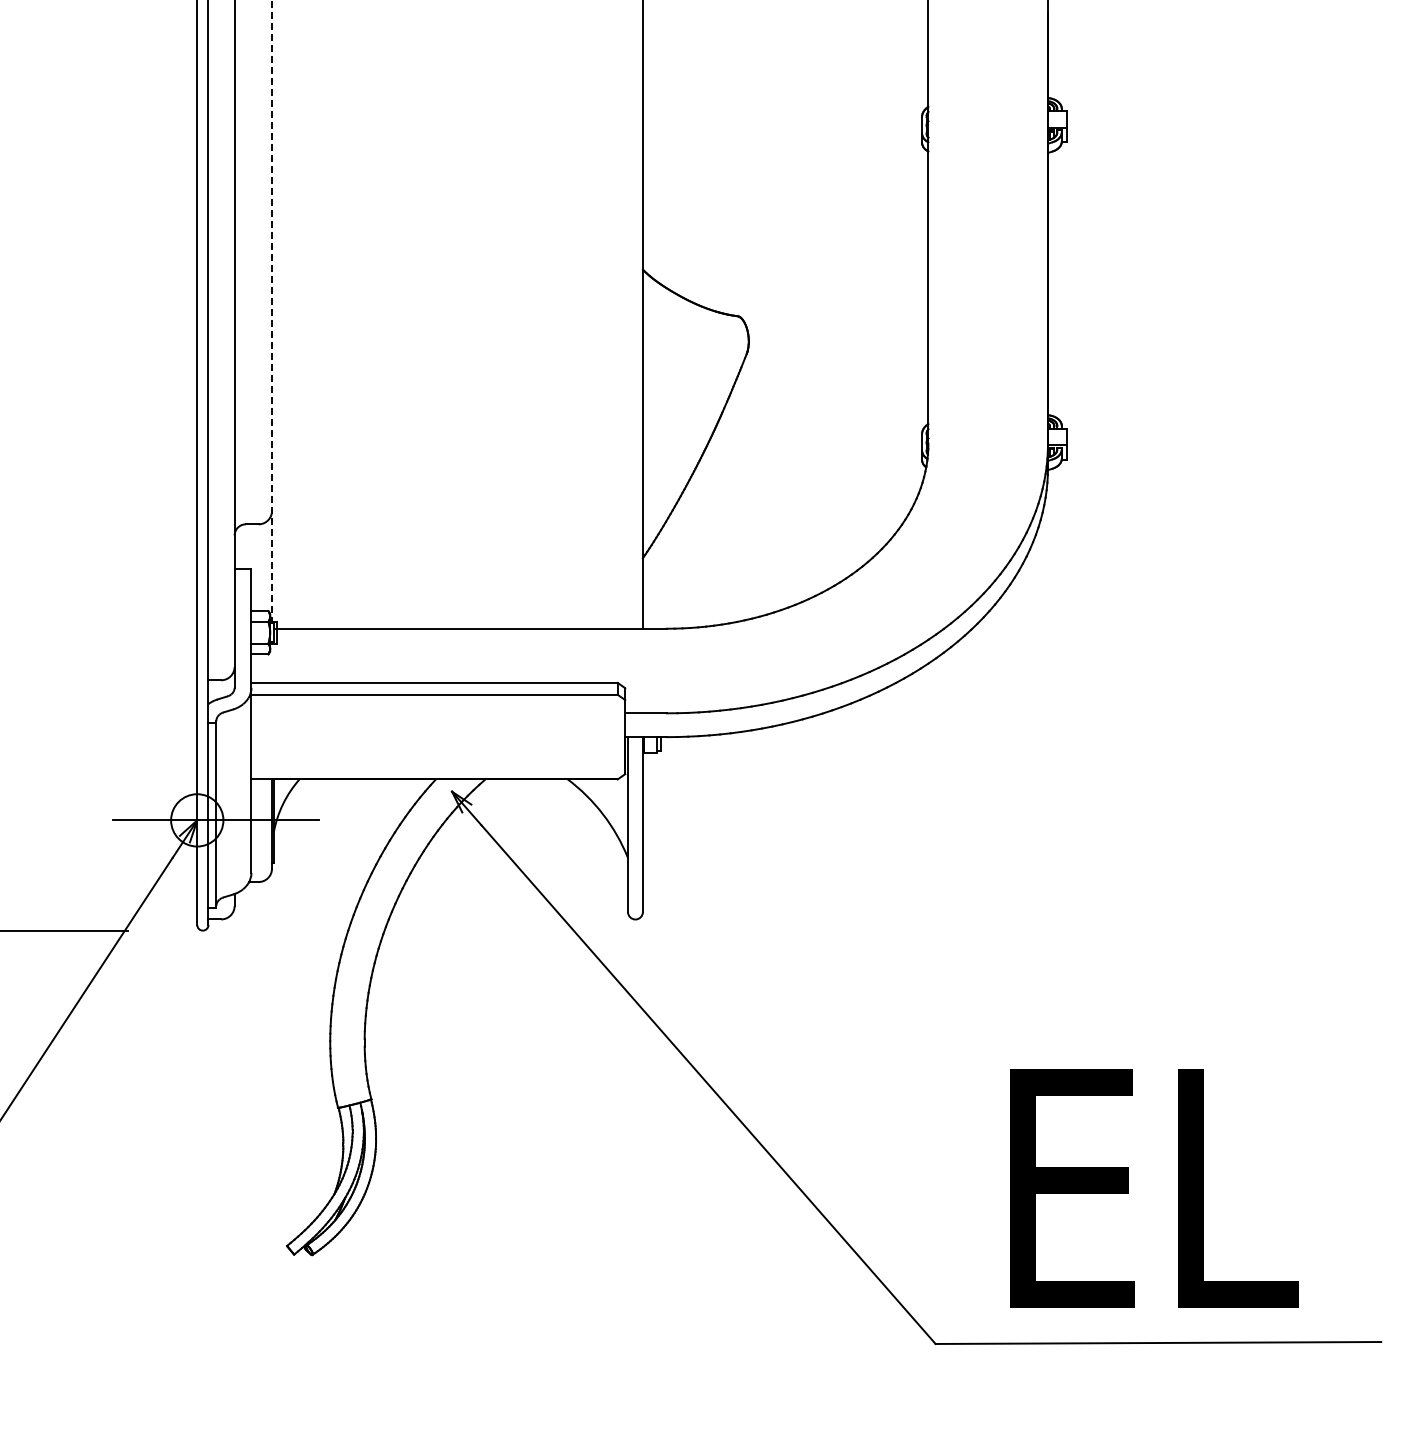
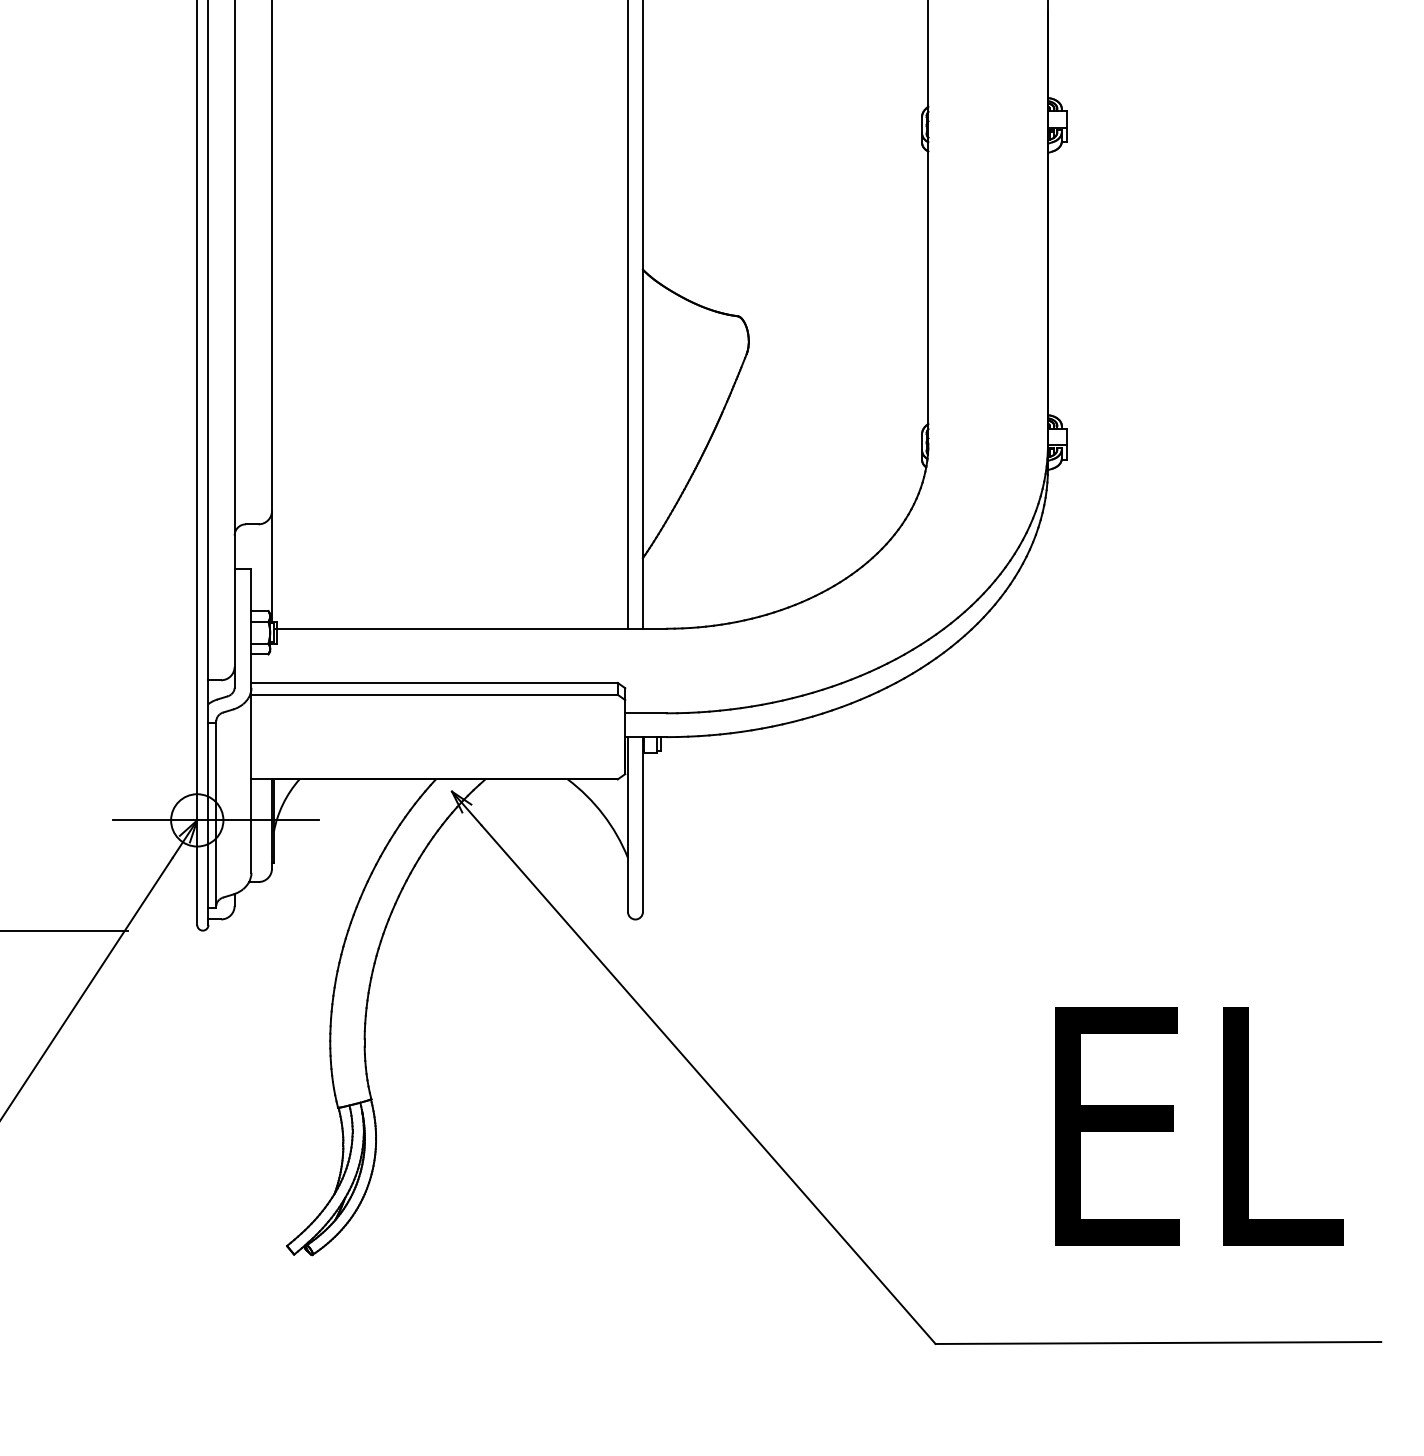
line at (272, 312): dashed -> solid
line at (627, 315): none -> present
text at (1154, 1188) position: (1154, 1188) -> (1199, 1126)
